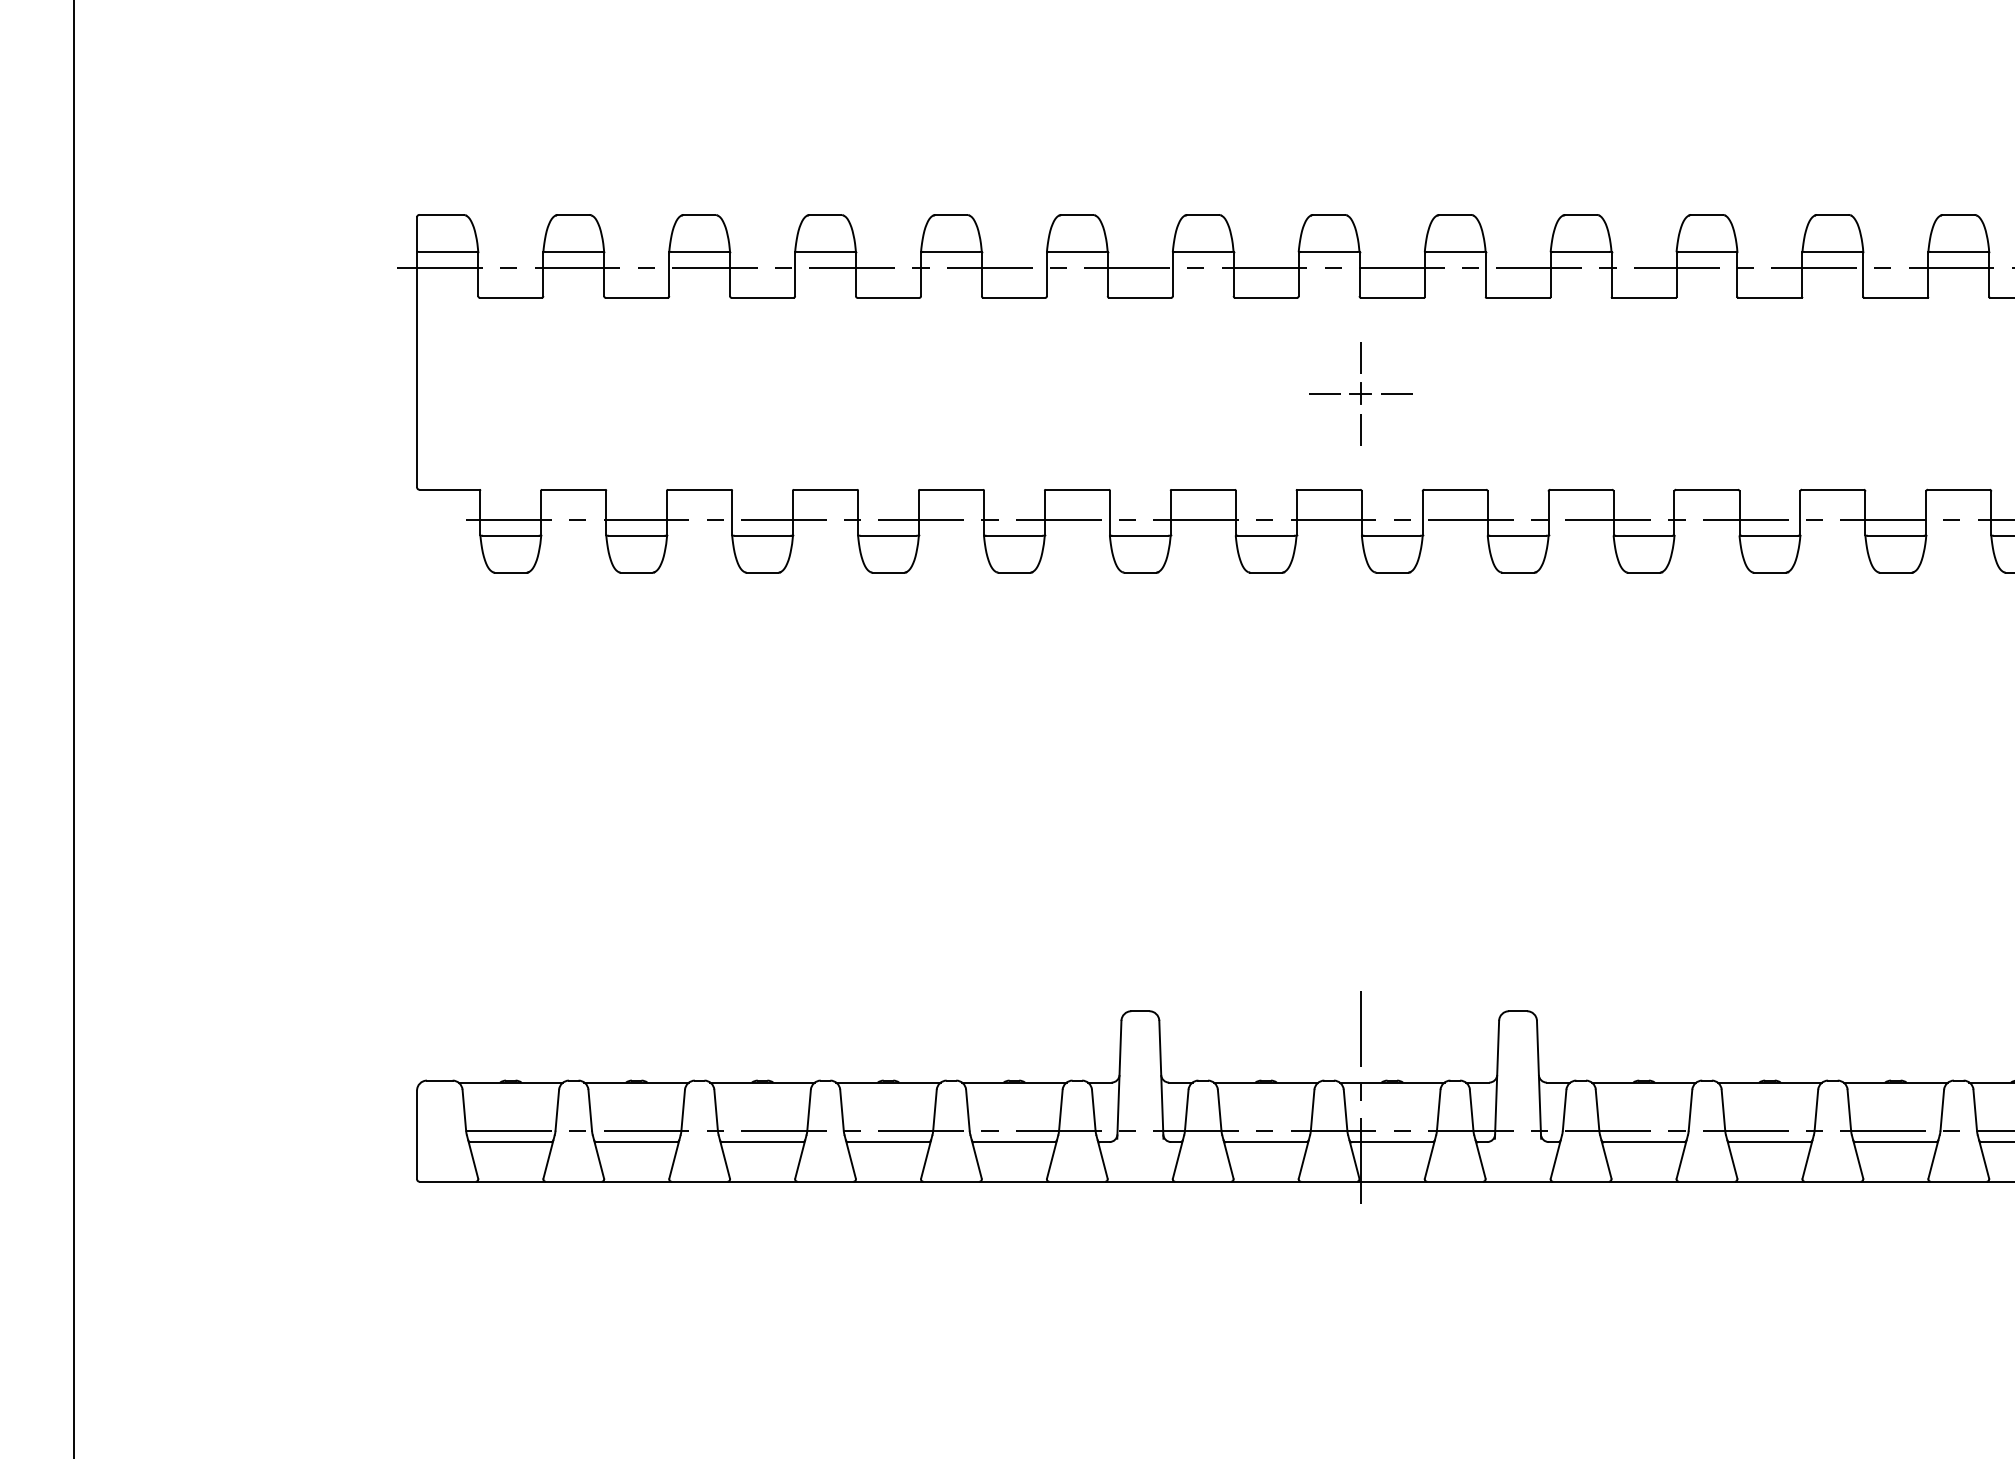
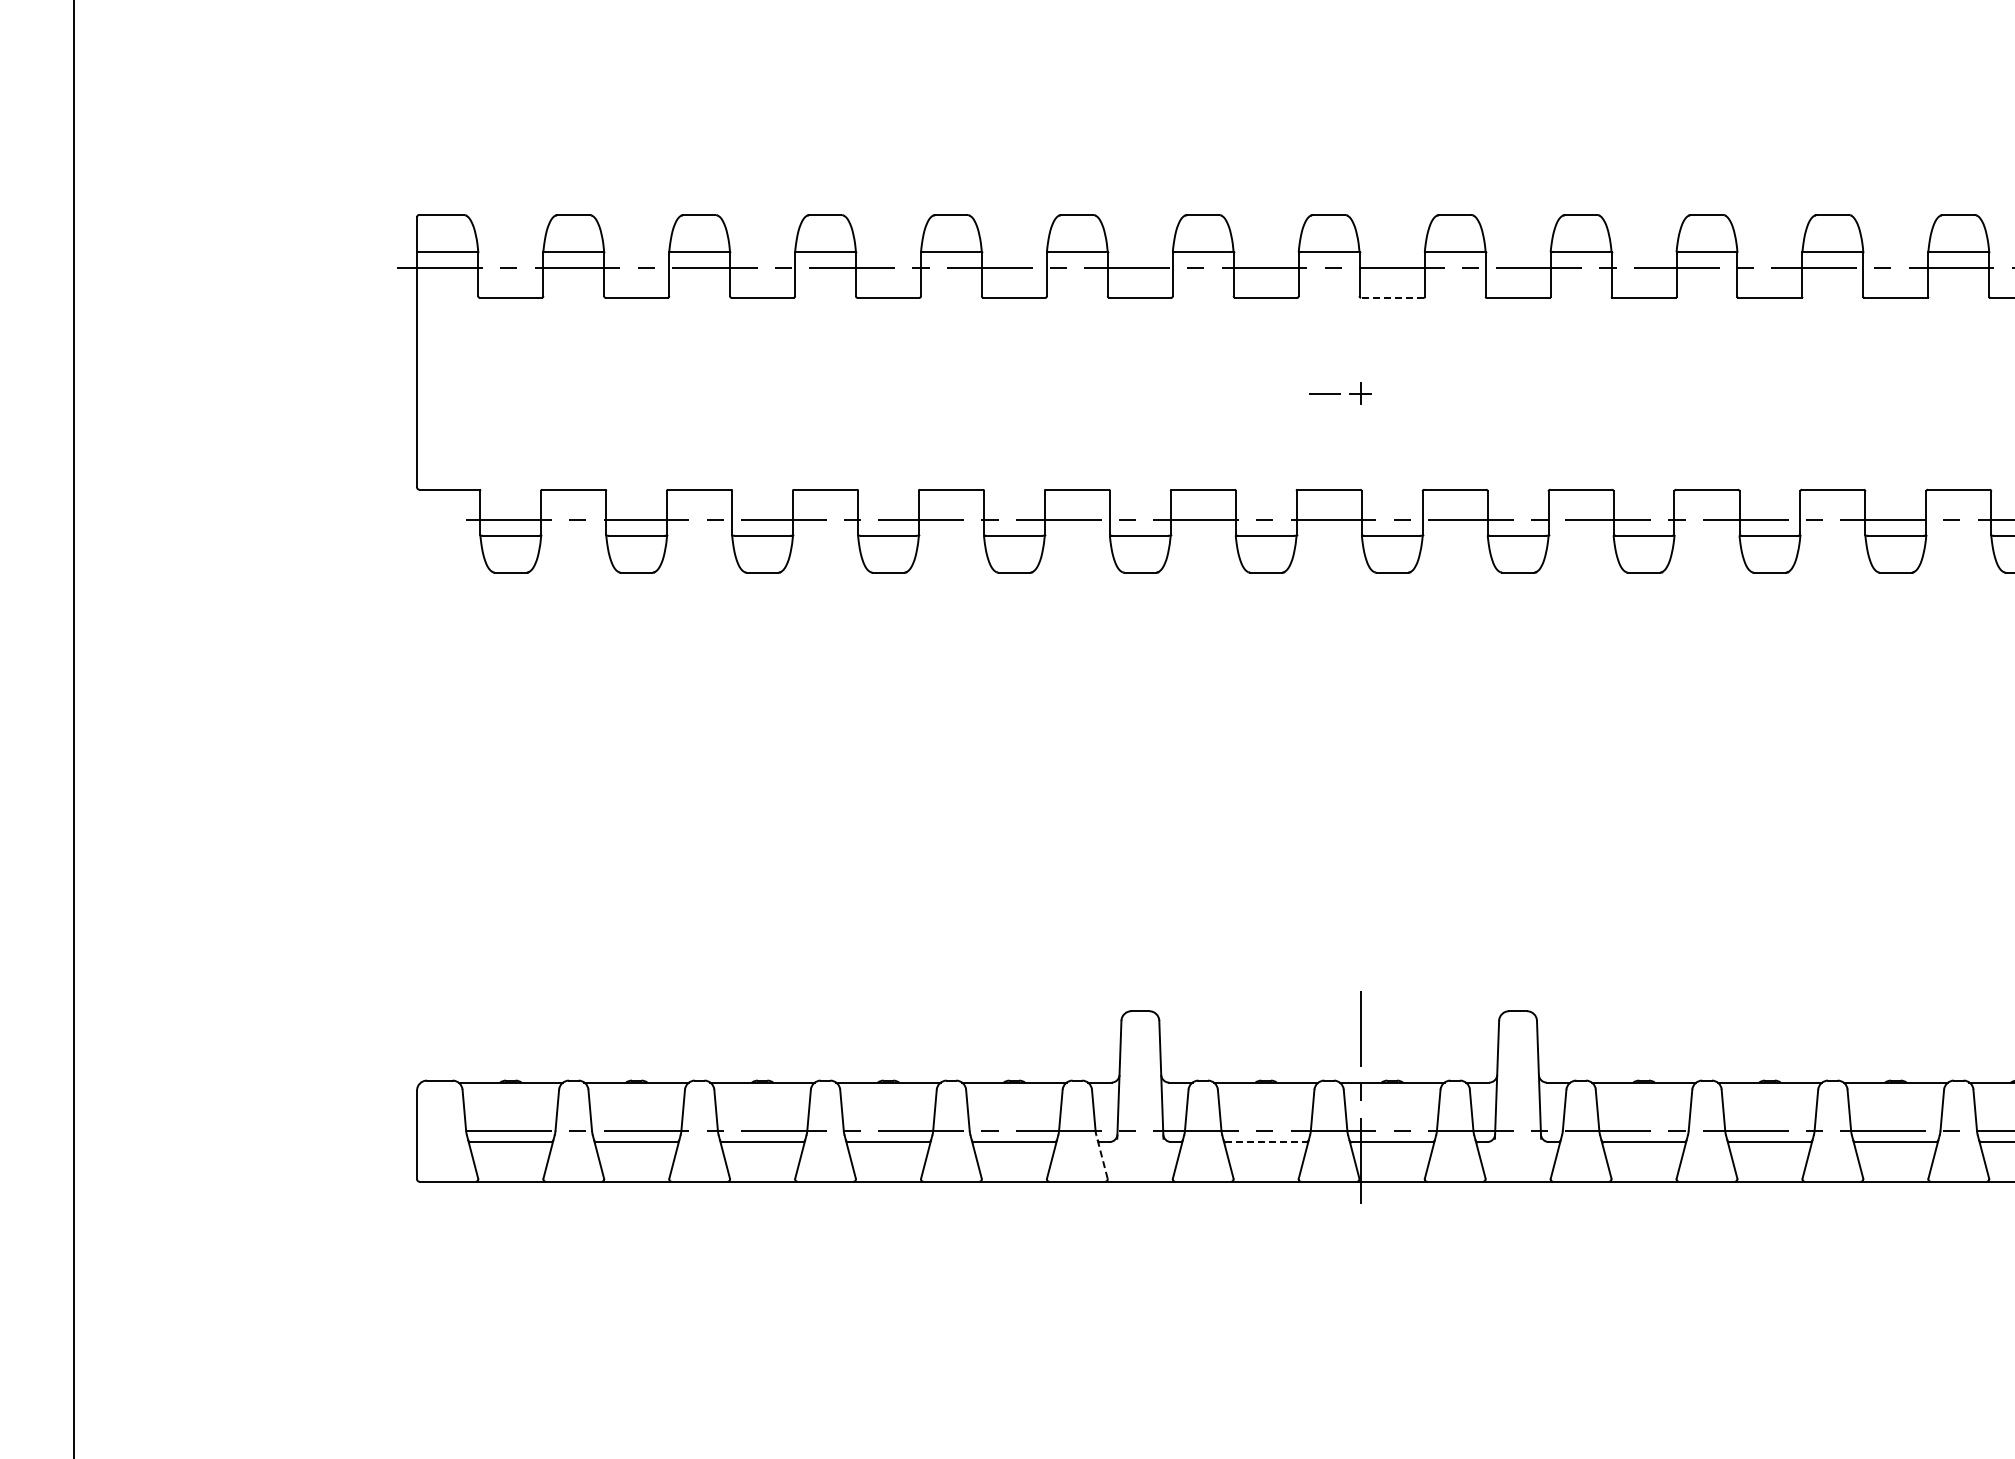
line at (1392, 297): solid -> dashed
line at (1360, 357): present -> none
line at (1396, 393): present -> none
line at (1360, 429): present -> none
line at (1266, 1142): solid -> dashed
line at (1101, 1156): solid -> dashed
